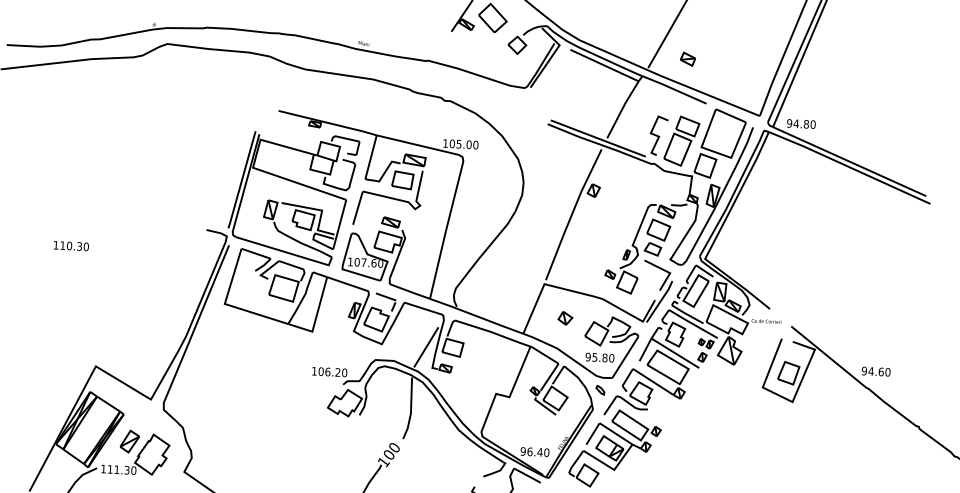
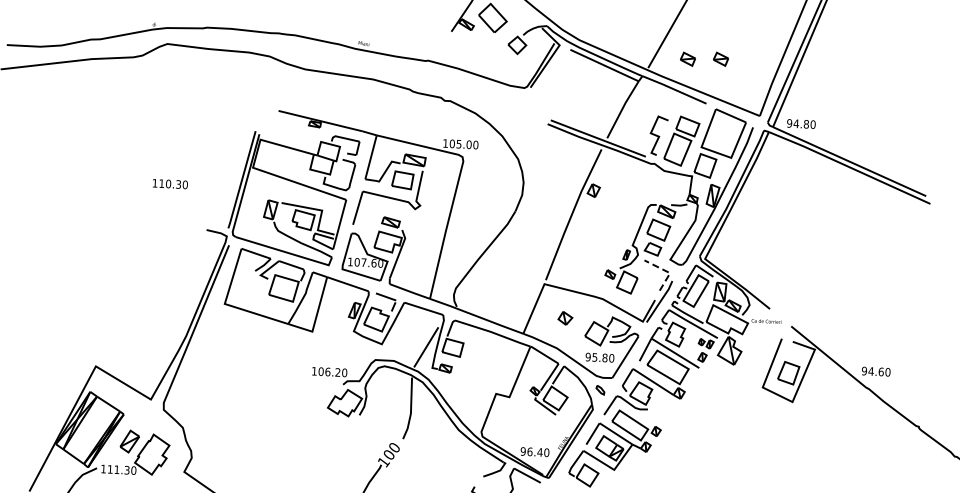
part at (720, 58): none -> present
text at (71, 246) position: (71, 246) -> (170, 184)
line at (666, 271): solid -> dashed
